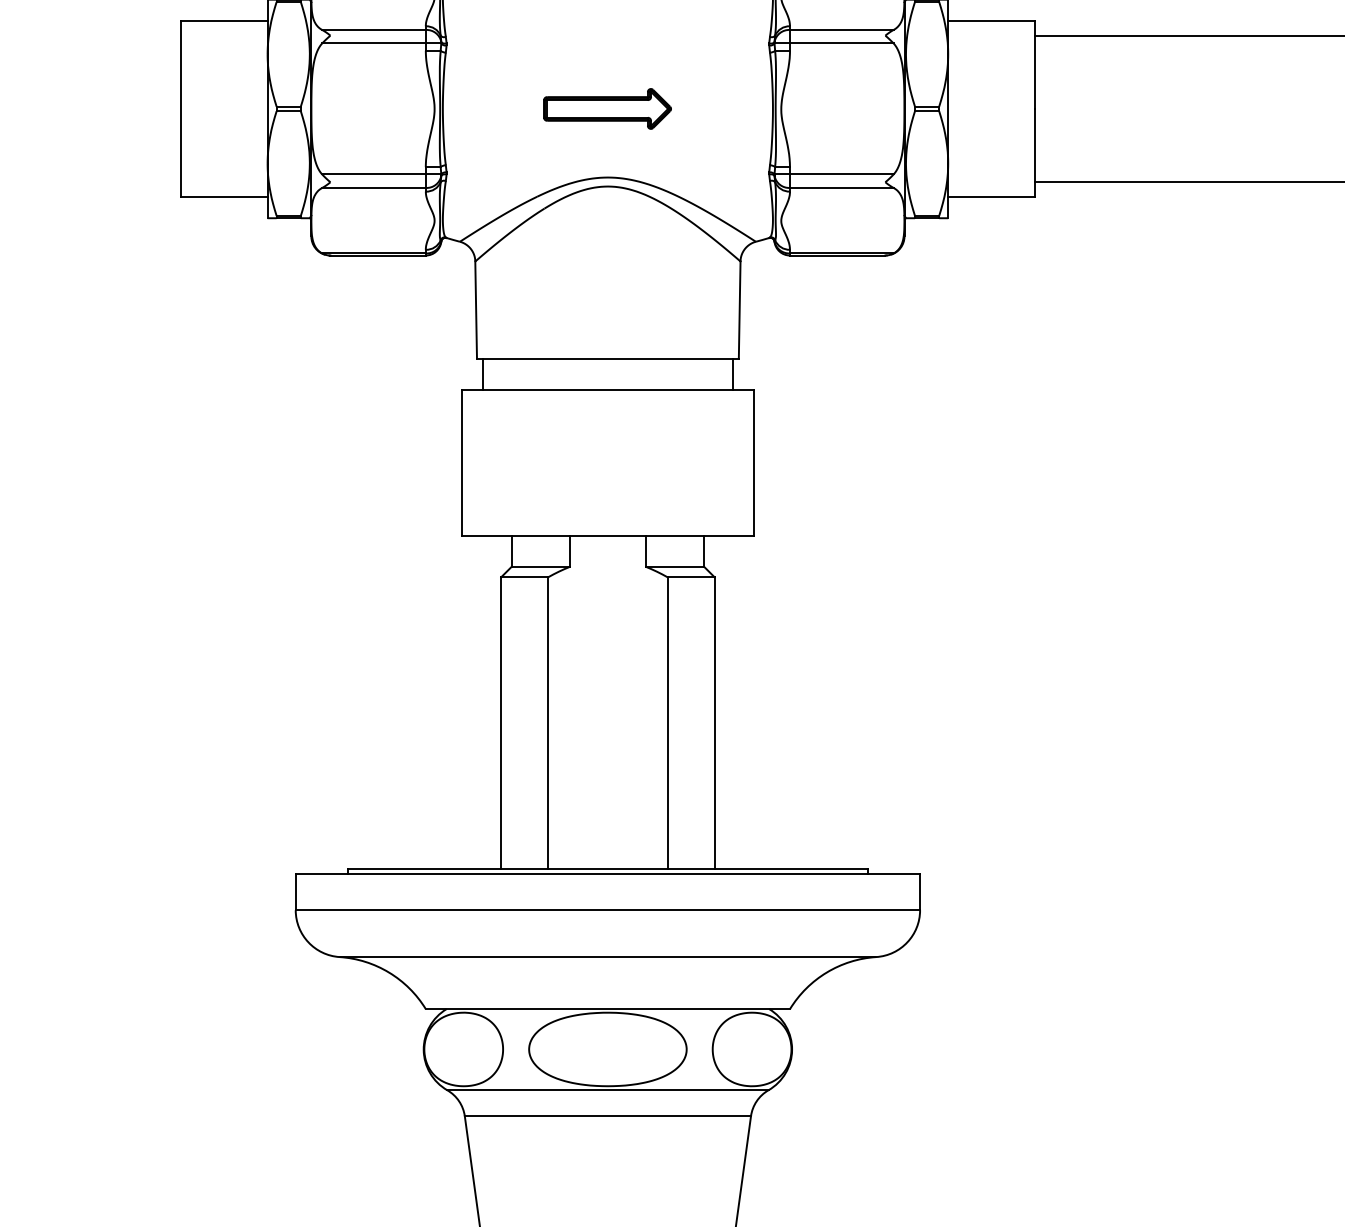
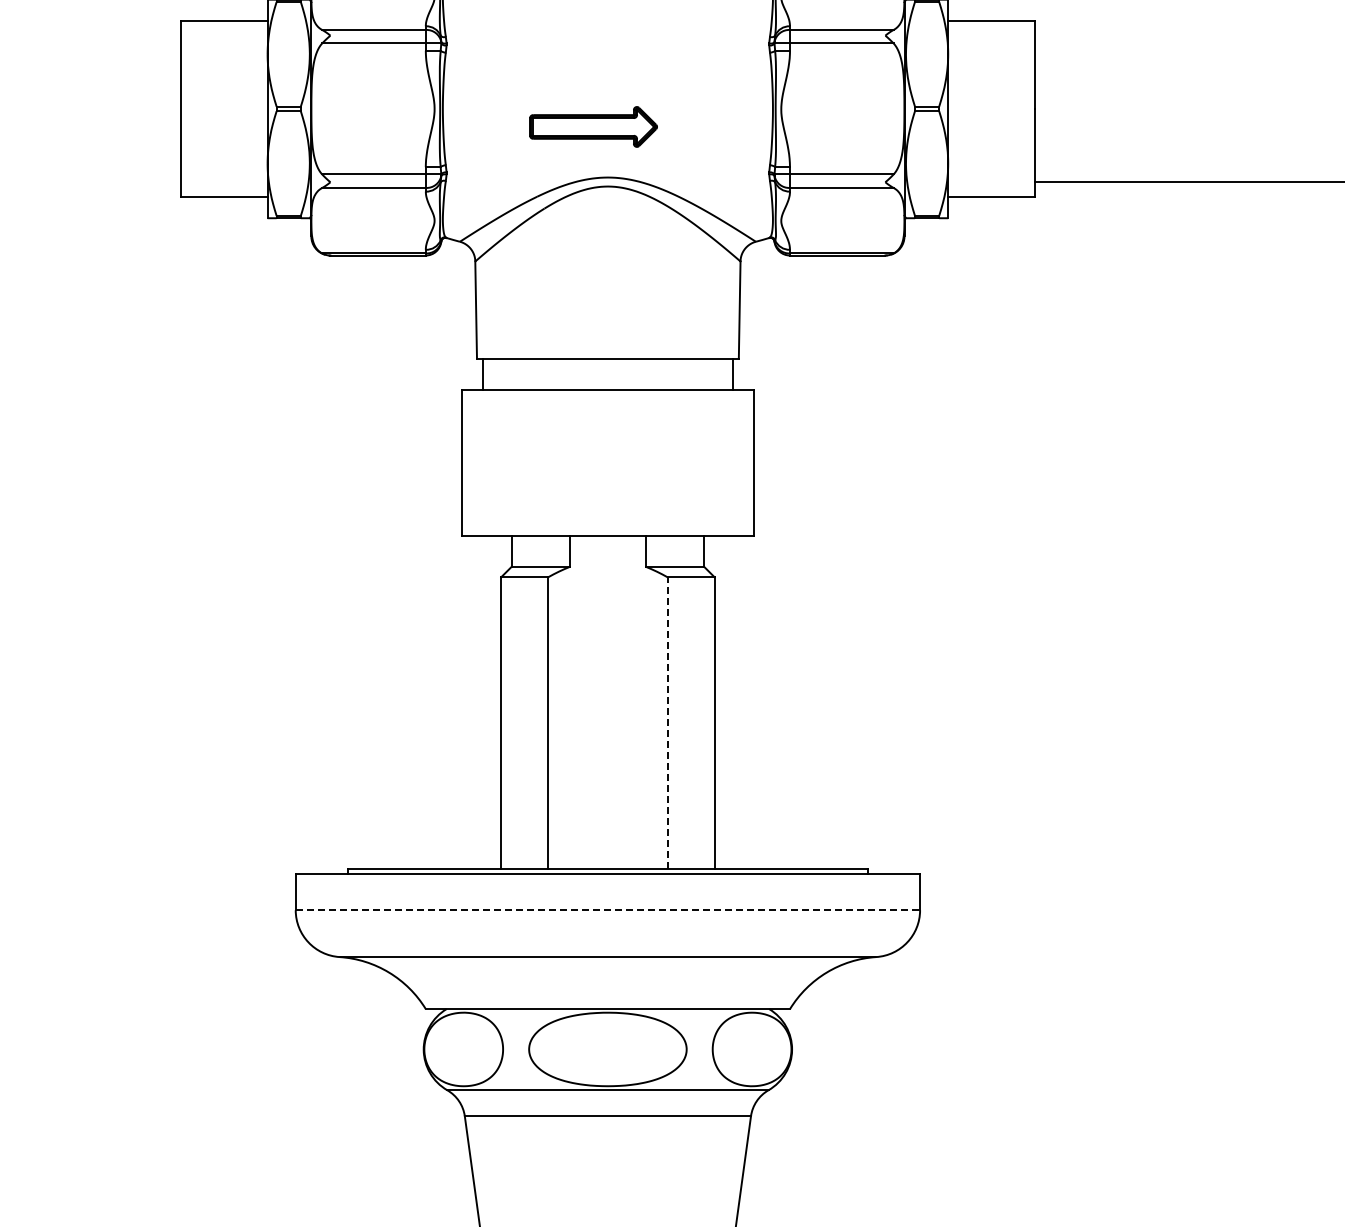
line at (1187, 36): present -> none
part at (607, 108) position: (607, 108) -> (593, 126)
line at (667, 722): solid -> dashed
line at (608, 910): solid -> dashed
